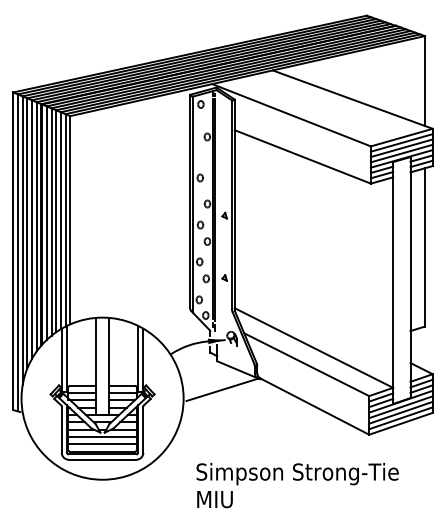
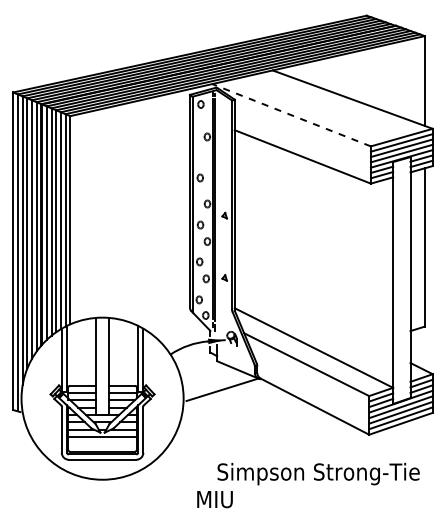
line at (291, 115): solid -> dashed
line at (102, 444): present -> none
text at (297, 473) position: (297, 473) -> (318, 473)
